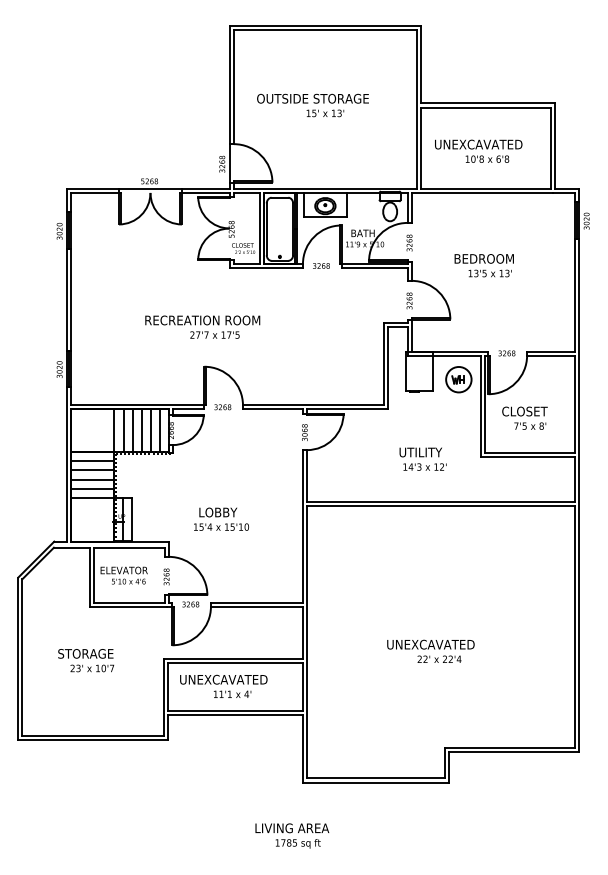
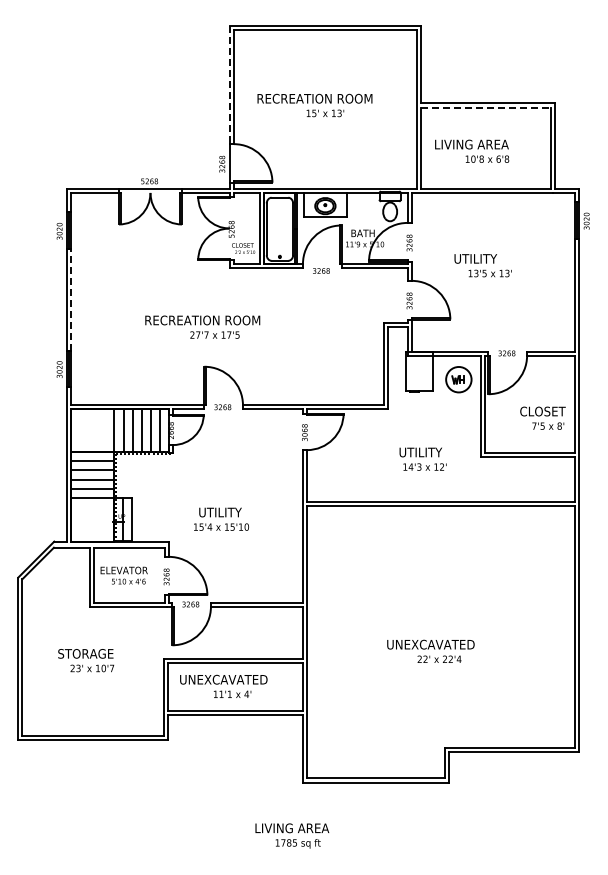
line at (229, 85): solid -> dashed
text at (314, 98): OUTSIDE STORAGE -> RECREATION ROOM
line at (486, 107): solid -> dashed
text at (478, 144): UNEXCAVATED -> LIVING AREA
text at (483, 258): BEDROOM -> UTILITY
text at (321, 265) position: (321, 265) -> (321, 270)
line at (71, 299): solid -> dashed
text at (524, 417) position: (524, 417) -> (542, 417)
text at (220, 512): LOBBY -> UTILITY
